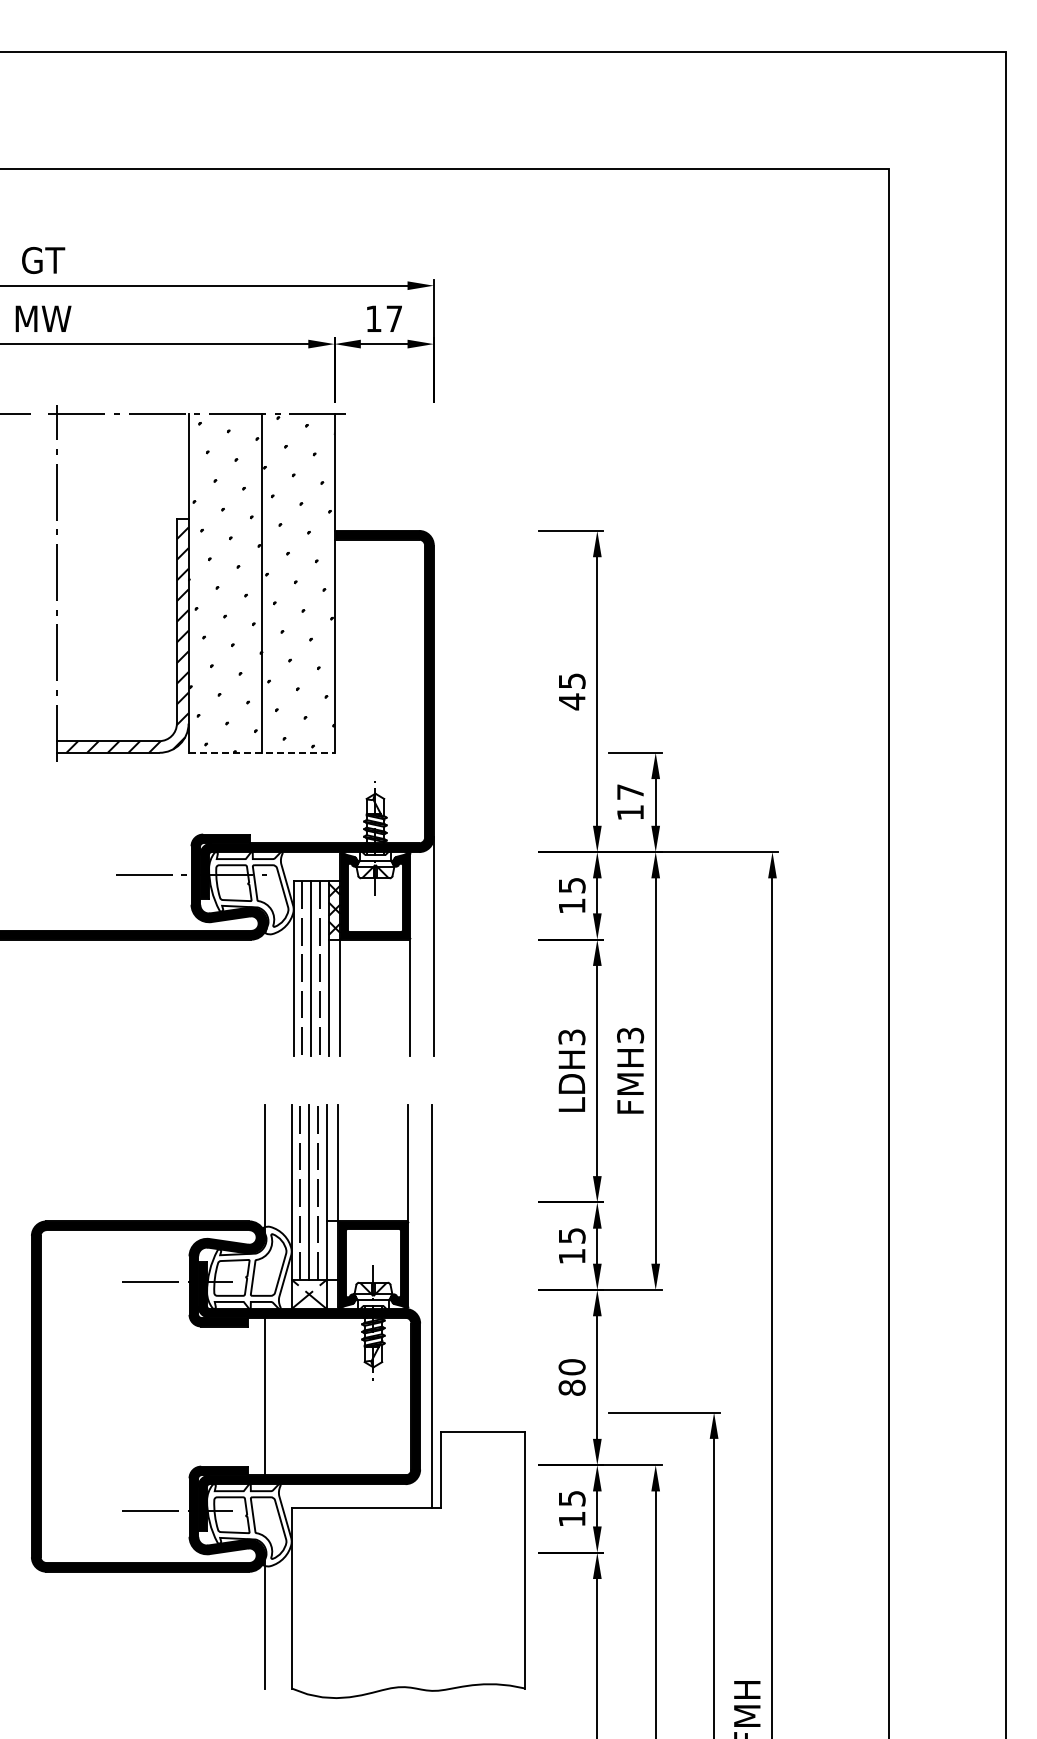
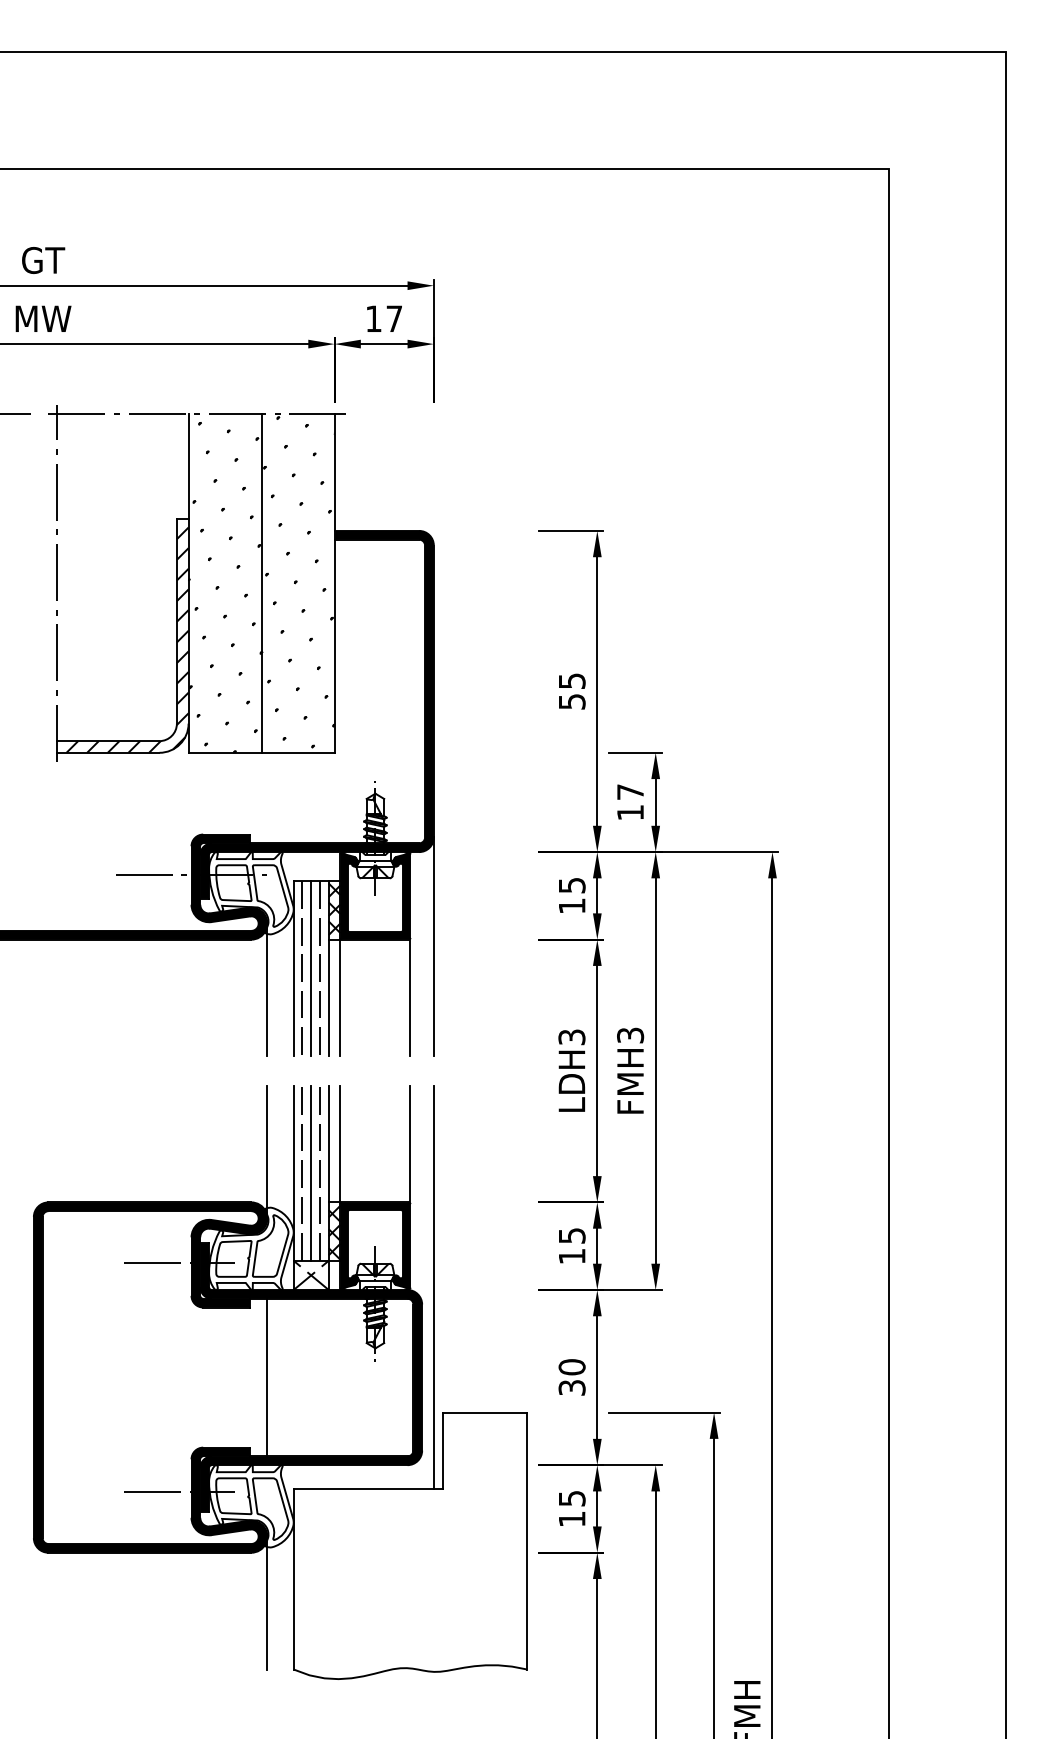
text at (572, 701): 45 -> 55
line at (261, 752): dashed -> solid
line at (267, 989): none -> present
text at (571, 1387): 80 -> 30
part at (278, 1401) position: (278, 1401) -> (280, 1382)
